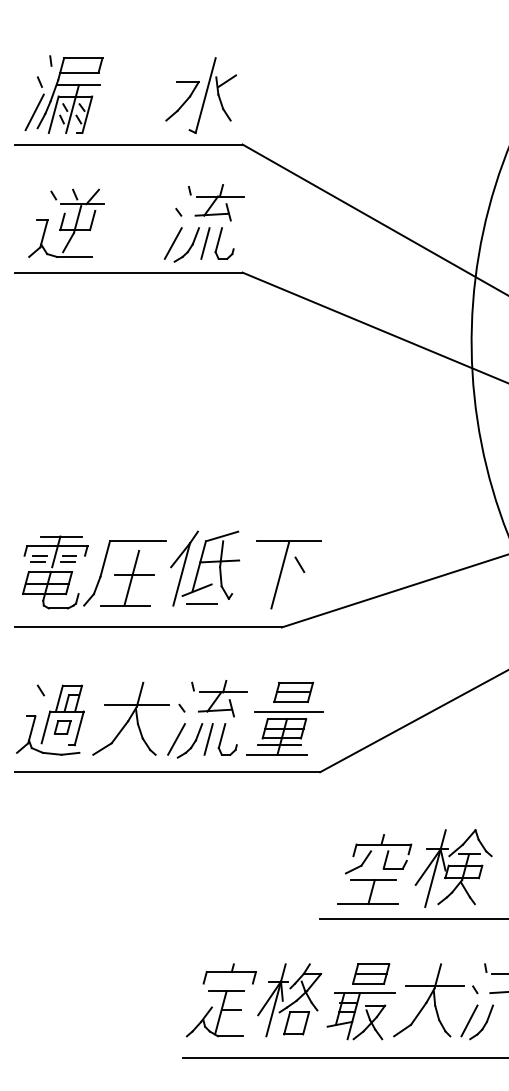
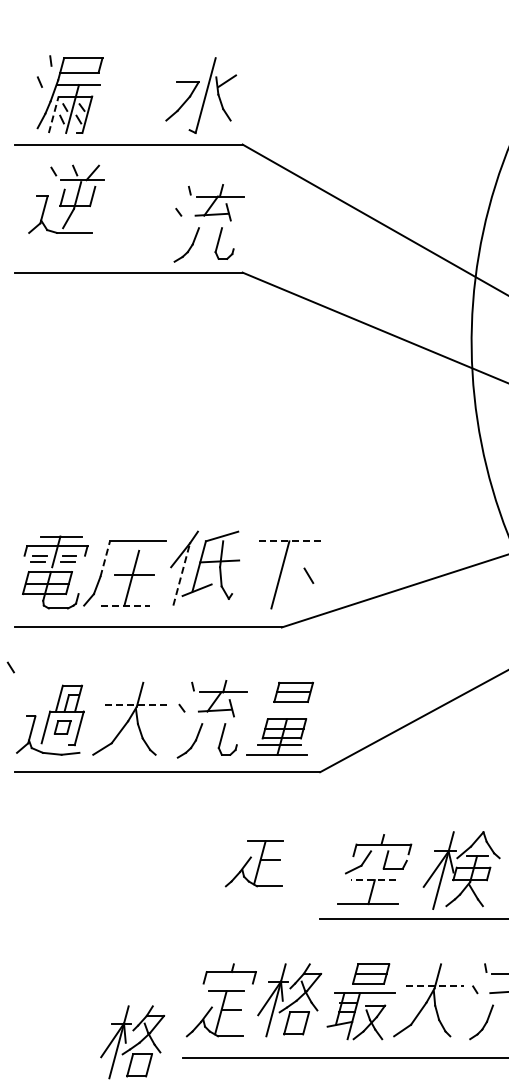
line at (34, 112): present -> none
line at (53, 114): solid -> dashed
part at (66, 222) position: (66, 222) -> (66, 198)
line at (172, 243): present -> none
line at (205, 243): present -> none
line at (288, 541): solid -> dashed
line at (105, 558): solid -> dashed
line at (299, 564) position: (299, 564) -> (308, 575)
line at (181, 573): solid -> dashed
line at (202, 603): present -> none
line at (126, 605): solid -> dashed
line at (40, 690) position: (40, 690) -> (10, 667)
line at (137, 704): solid -> dashed
line at (288, 711): present -> none
line at (176, 739): present -> none
line at (208, 739): present -> none
part at (253, 863): none -> present
part at (453, 868) position: (453, 868) -> (461, 870)
line at (373, 880): solid -> dashed
line at (434, 986): solid -> dashed
line at (469, 1020): present -> none
part at (132, 1042): none -> present
